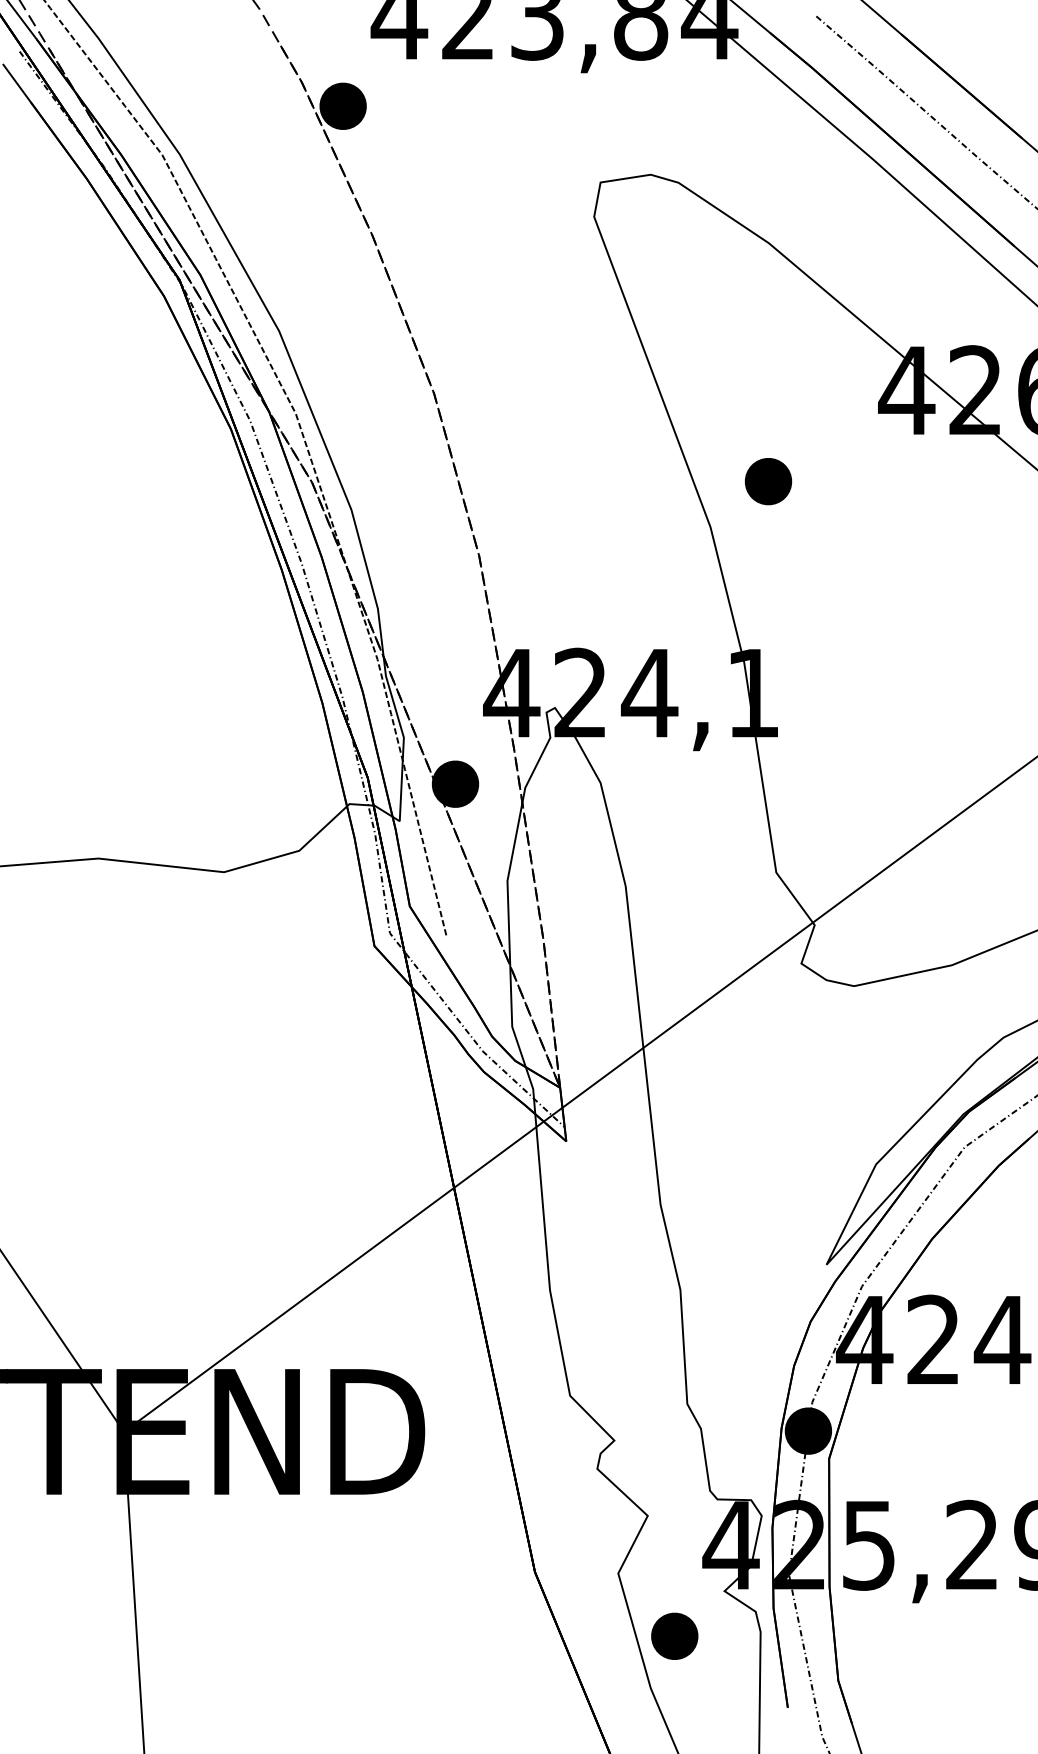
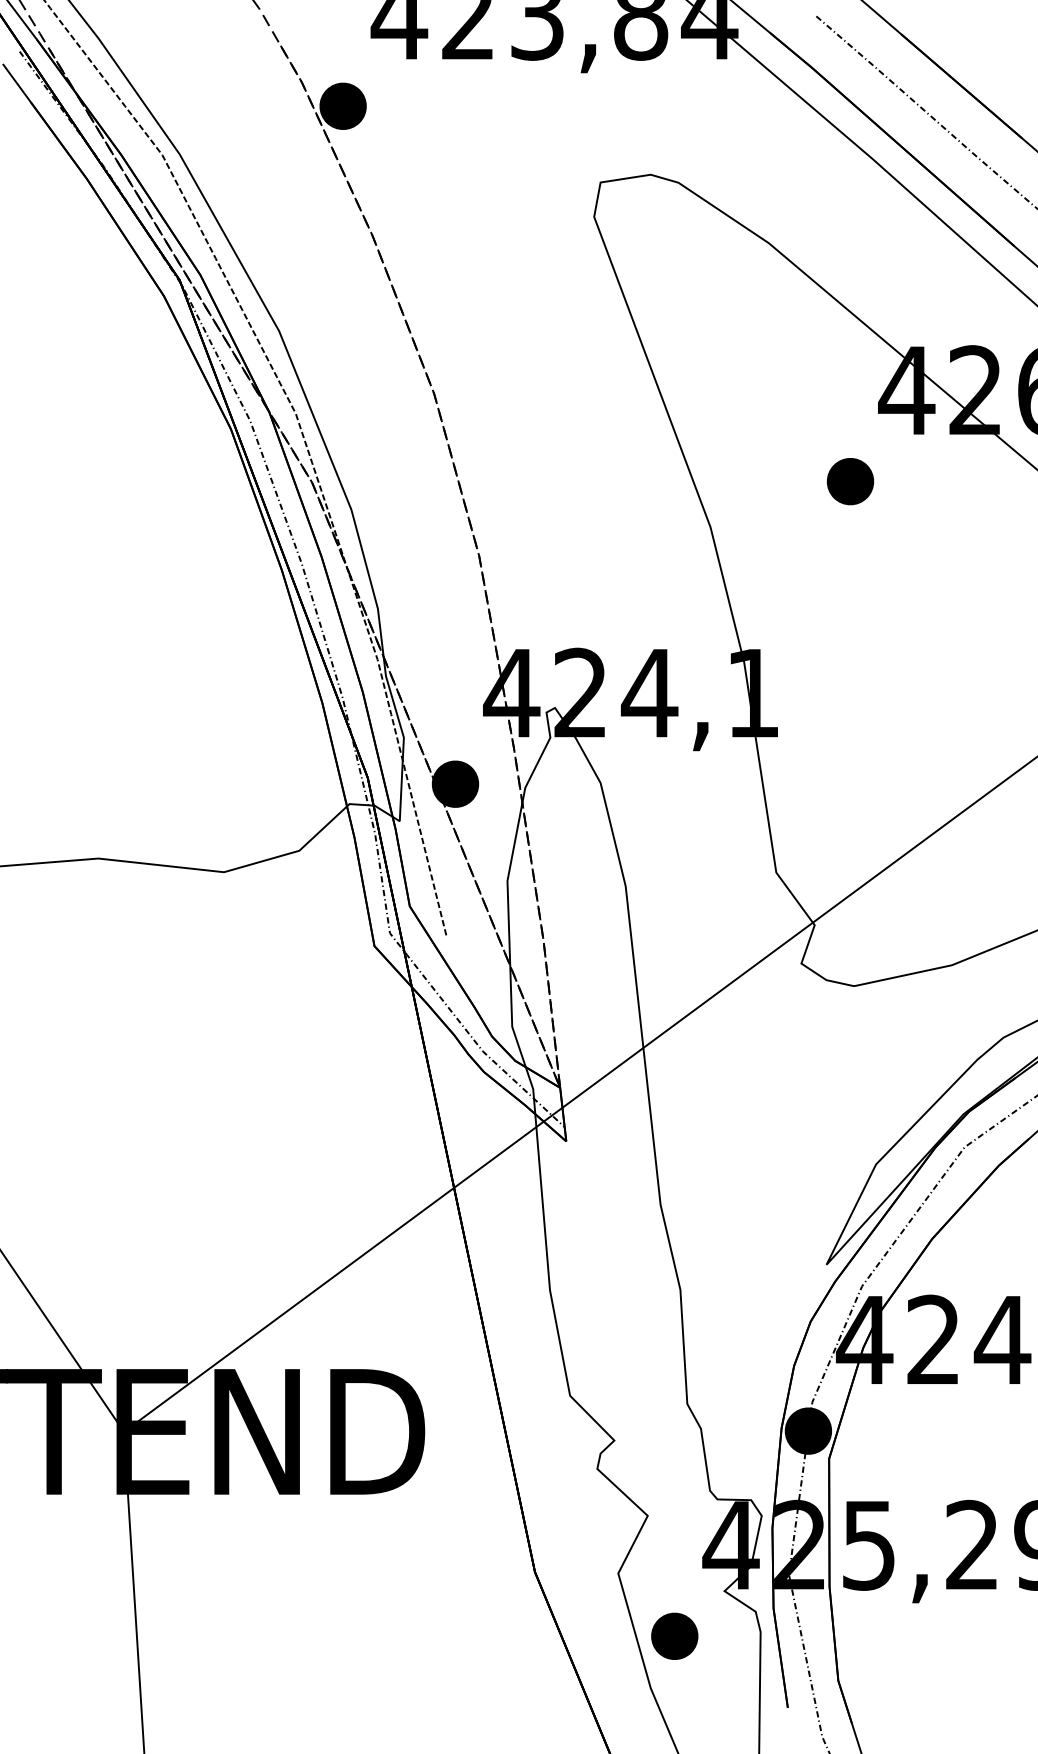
part at (768, 481) position: (768, 481) -> (850, 481)
